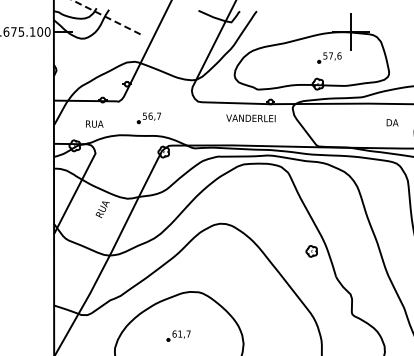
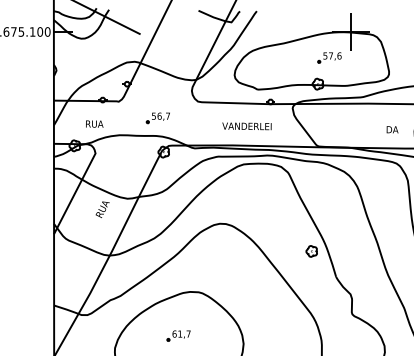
line at (106, 17): dashed -> solid
part at (148, 118) position: (148, 118) -> (157, 118)
text at (250, 118) position: (250, 118) -> (246, 126)
text at (392, 122) position: (392, 122) -> (392, 129)
